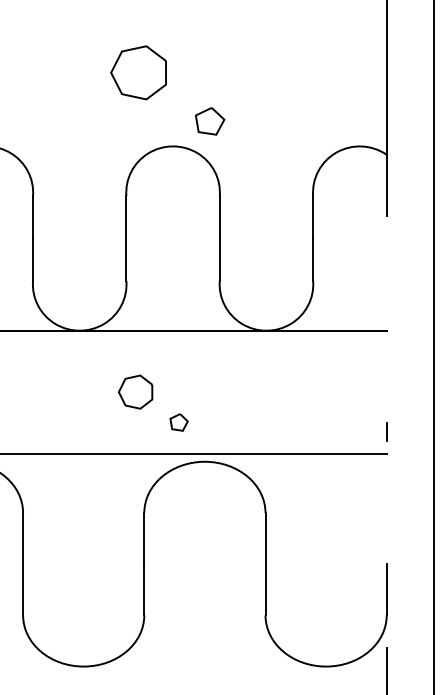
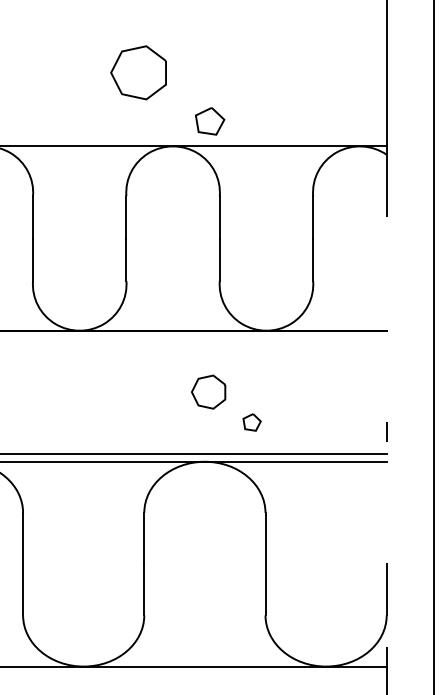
line at (194, 146): none -> present
part at (153, 402) position: (153, 402) -> (226, 402)
line at (194, 461): none -> present
line at (194, 666): none -> present
